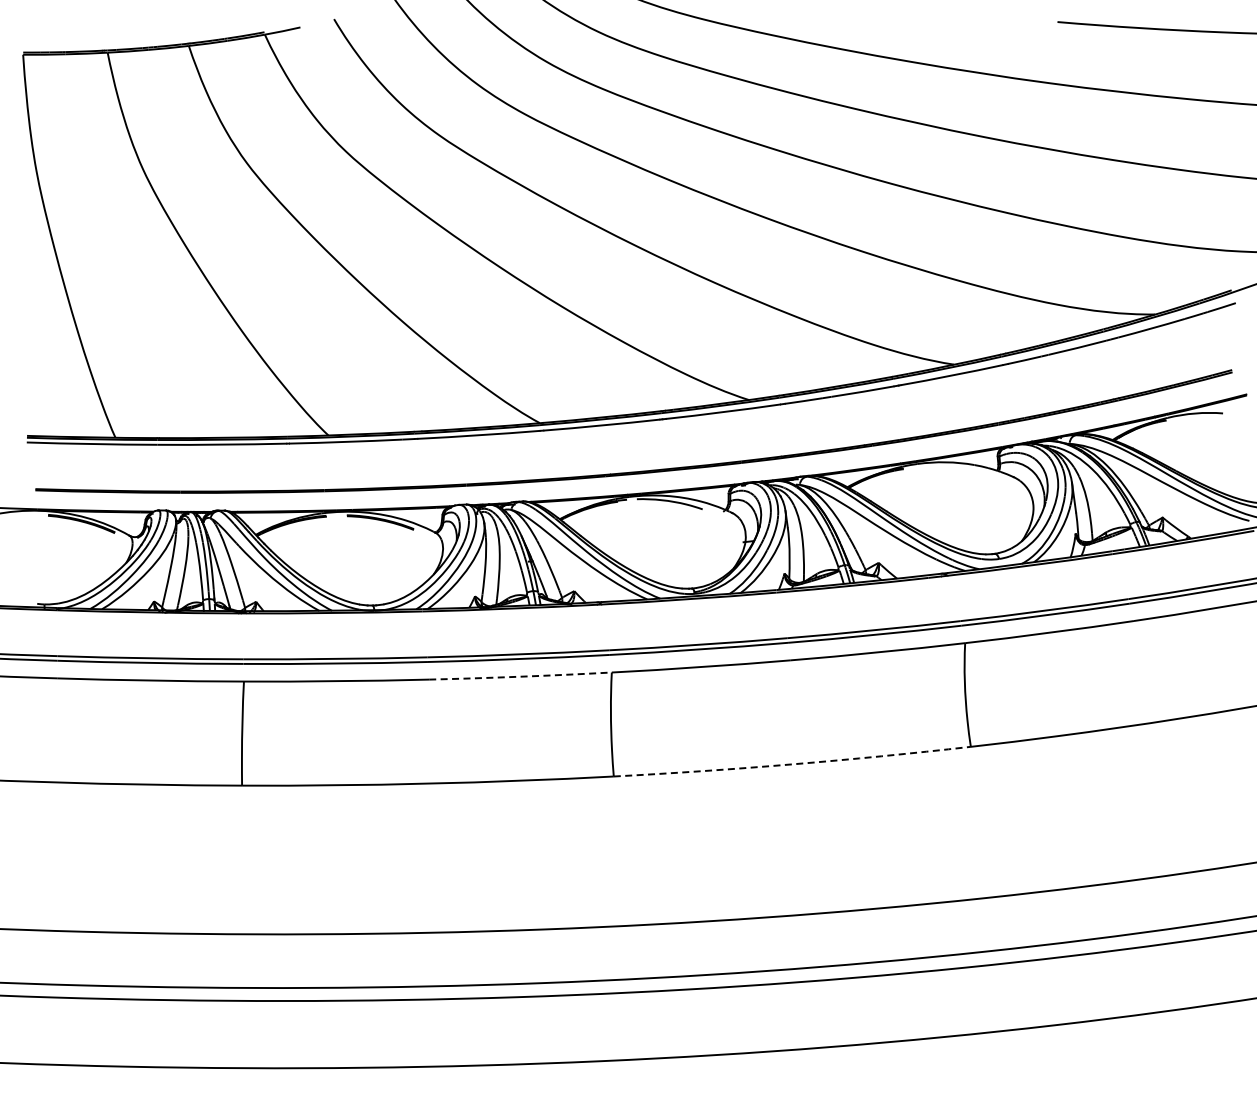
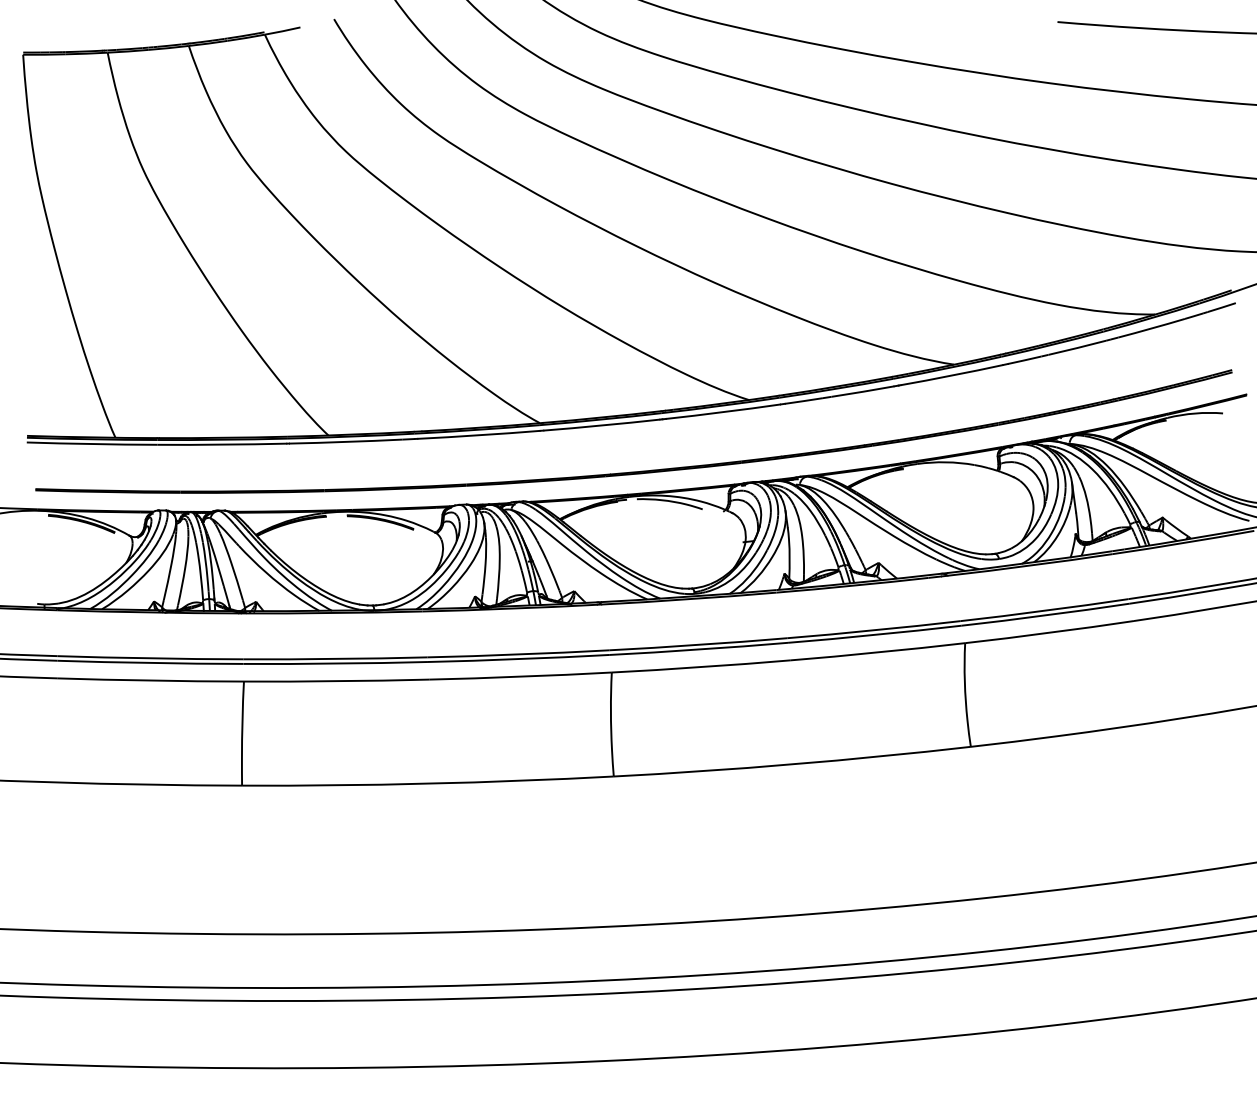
arc at (520, 676): dashed -> solid
arc at (792, 764): dashed -> solid
